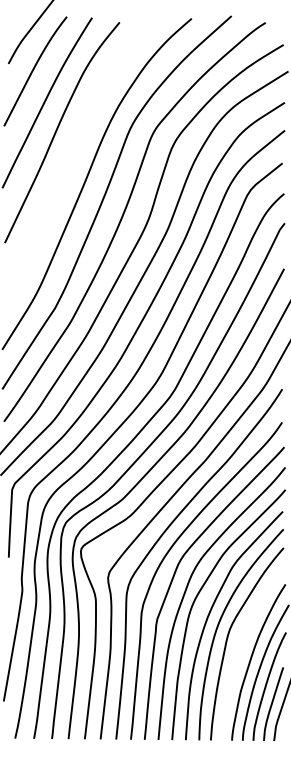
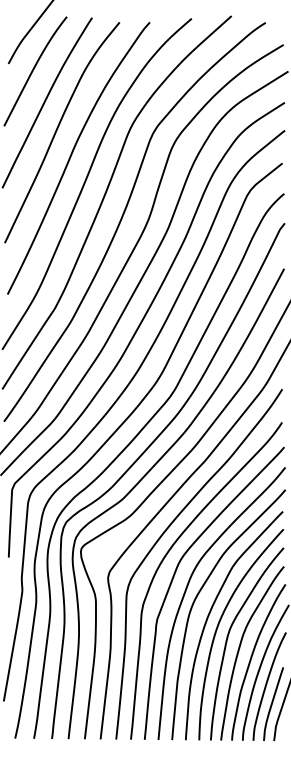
curve at (71, 157): none -> present
curve at (240, 648): none -> present
